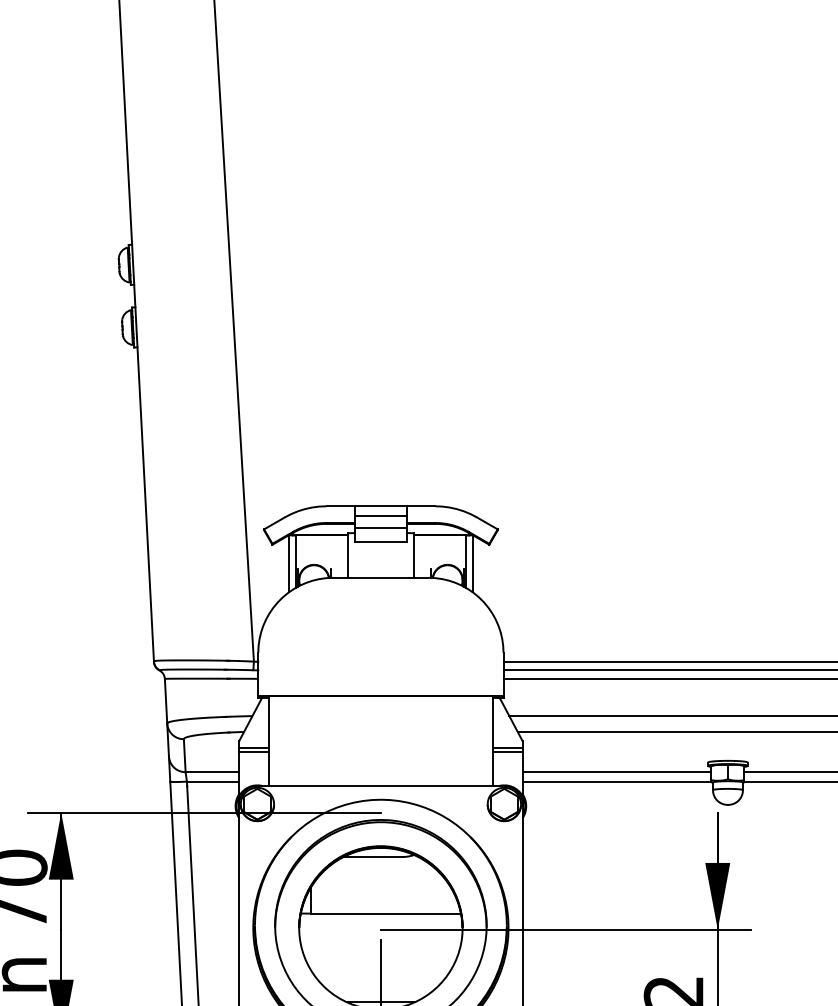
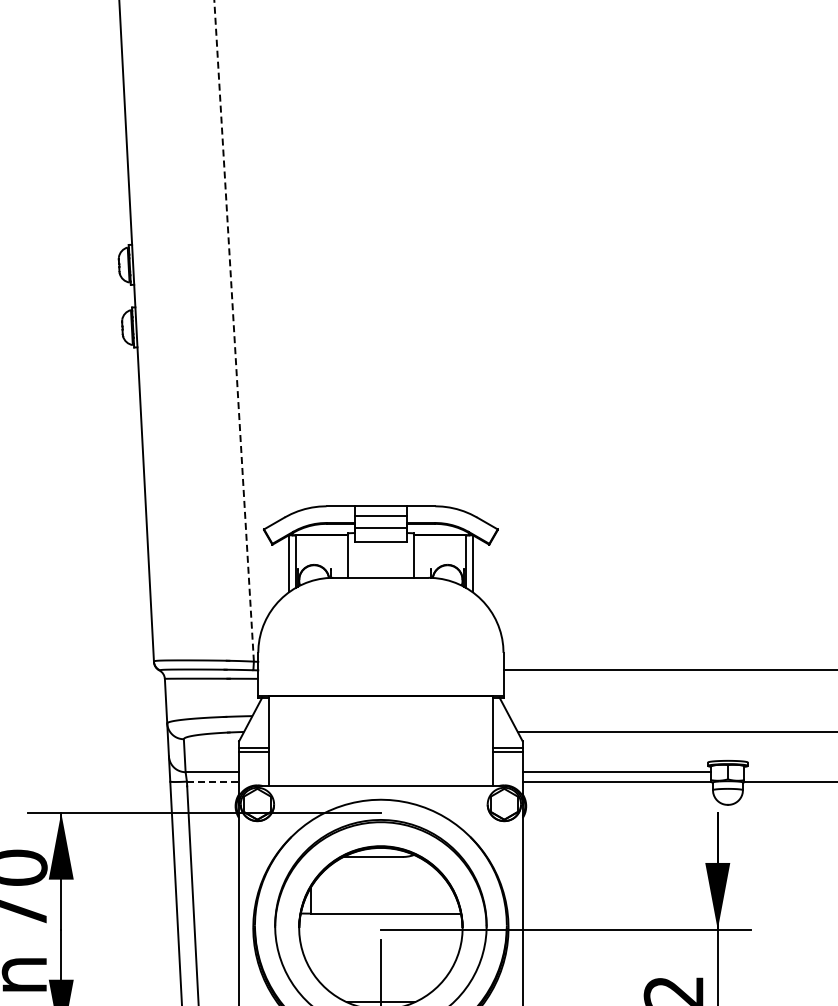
line at (234, 331): solid -> dashed
line at (668, 662): present -> none
line at (668, 678): present -> none
line at (671, 715): present -> none
line at (789, 772): present -> none
line at (213, 781): solid -> dashed
